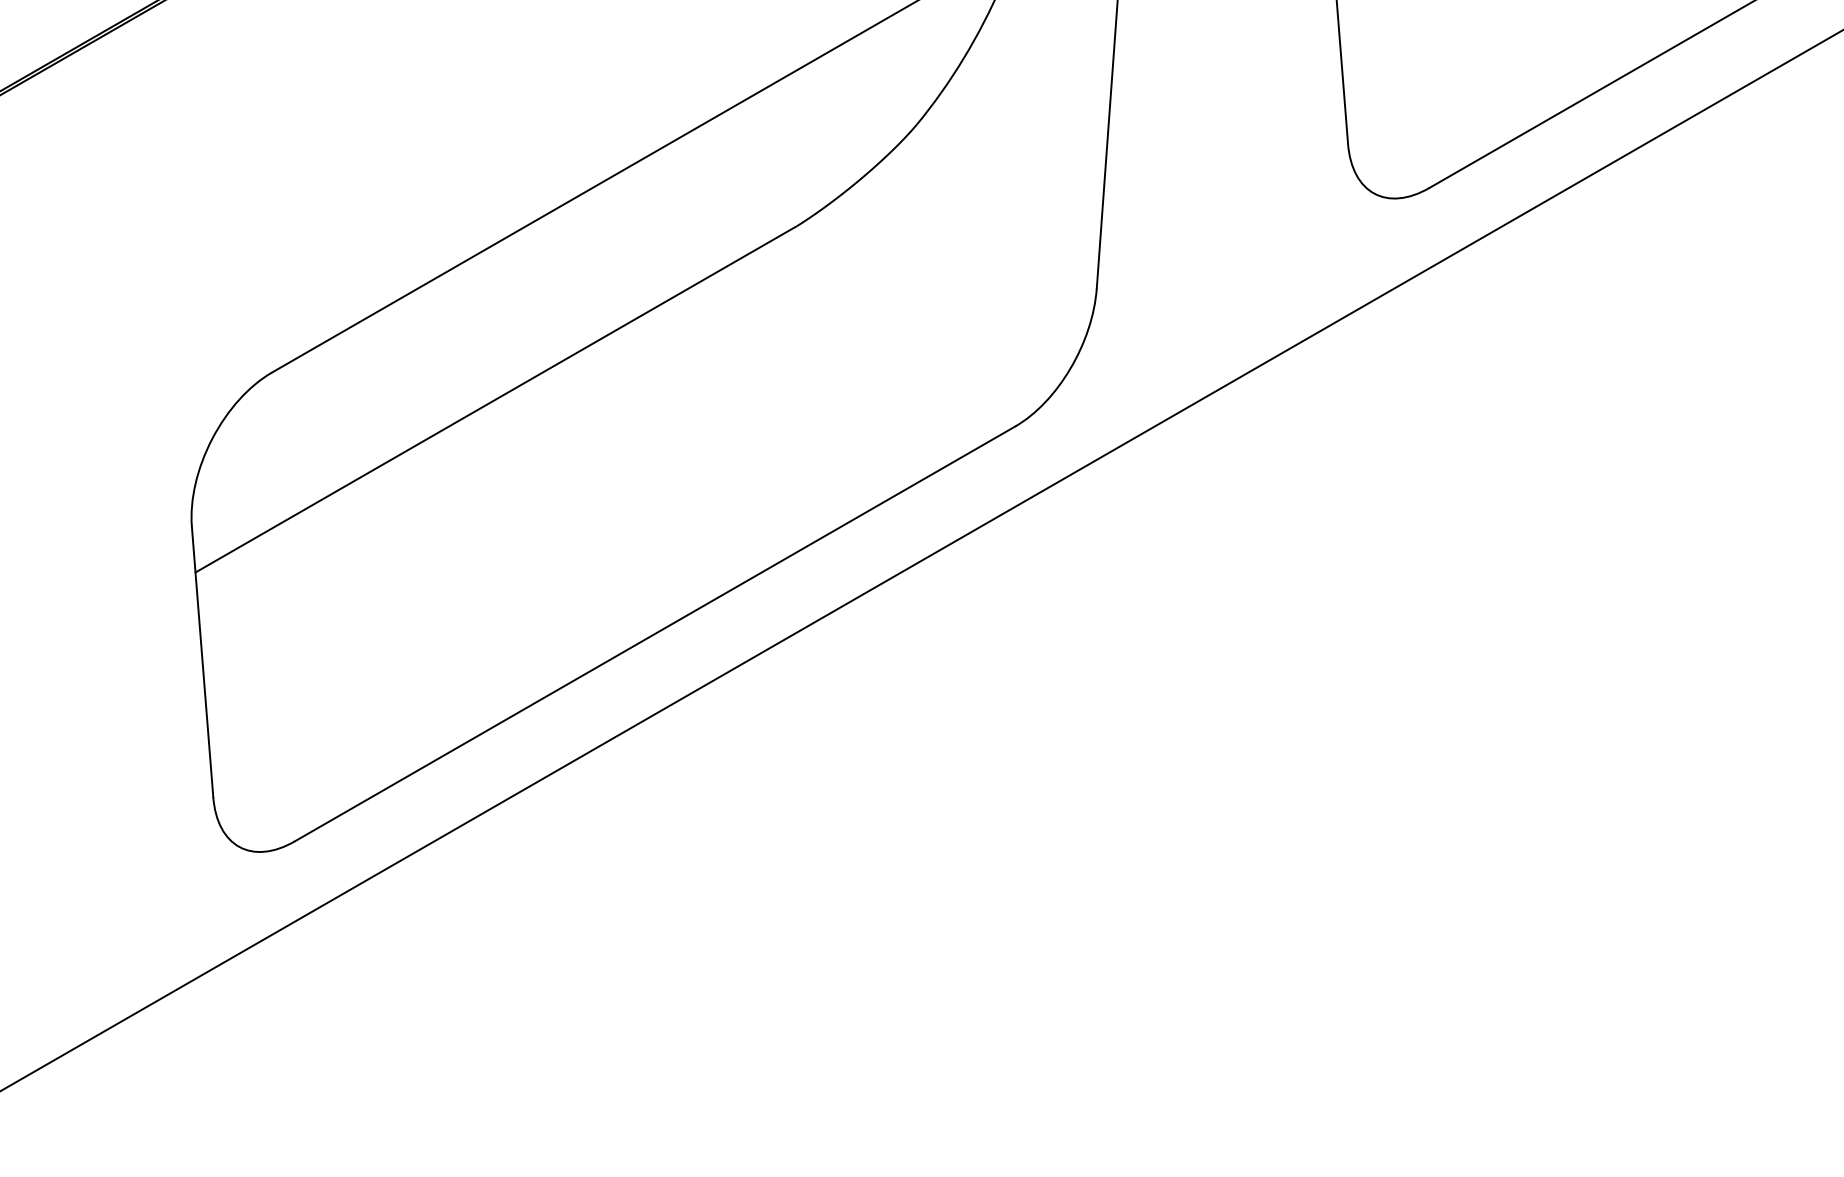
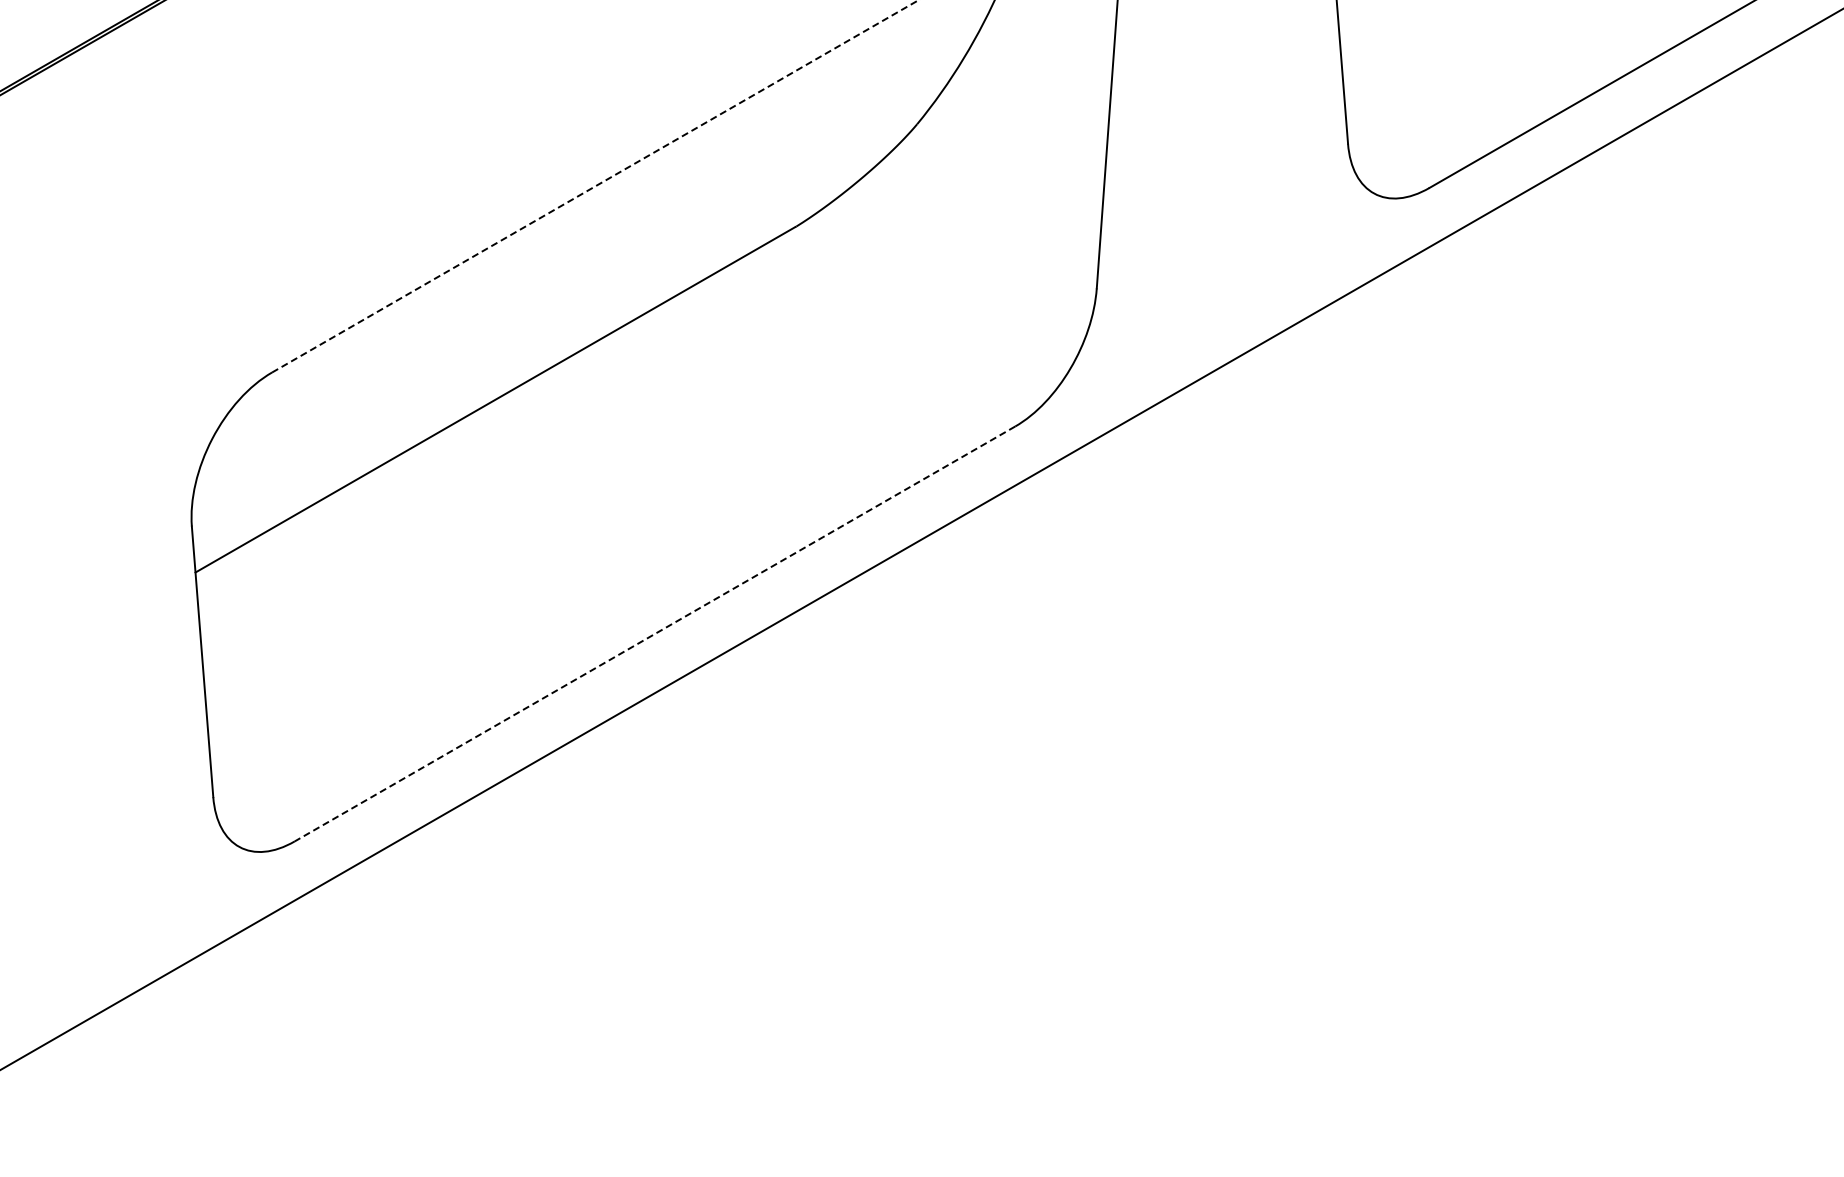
line at (595, 186): solid -> dashed
line at (921, 560) position: (921, 560) -> (921, 539)
line at (655, 633): solid -> dashed
